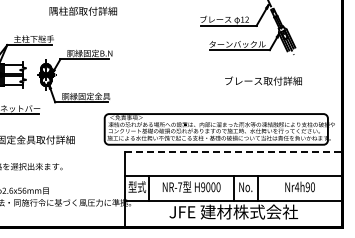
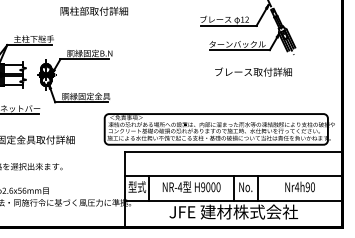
text at (82, 10) position: (82, 10) -> (93, 10)
text at (263, 80) position: (263, 80) -> (253, 71)
line at (234, 152): dashed -> solid
text at (179, 186): NR-7 -> NR-4
